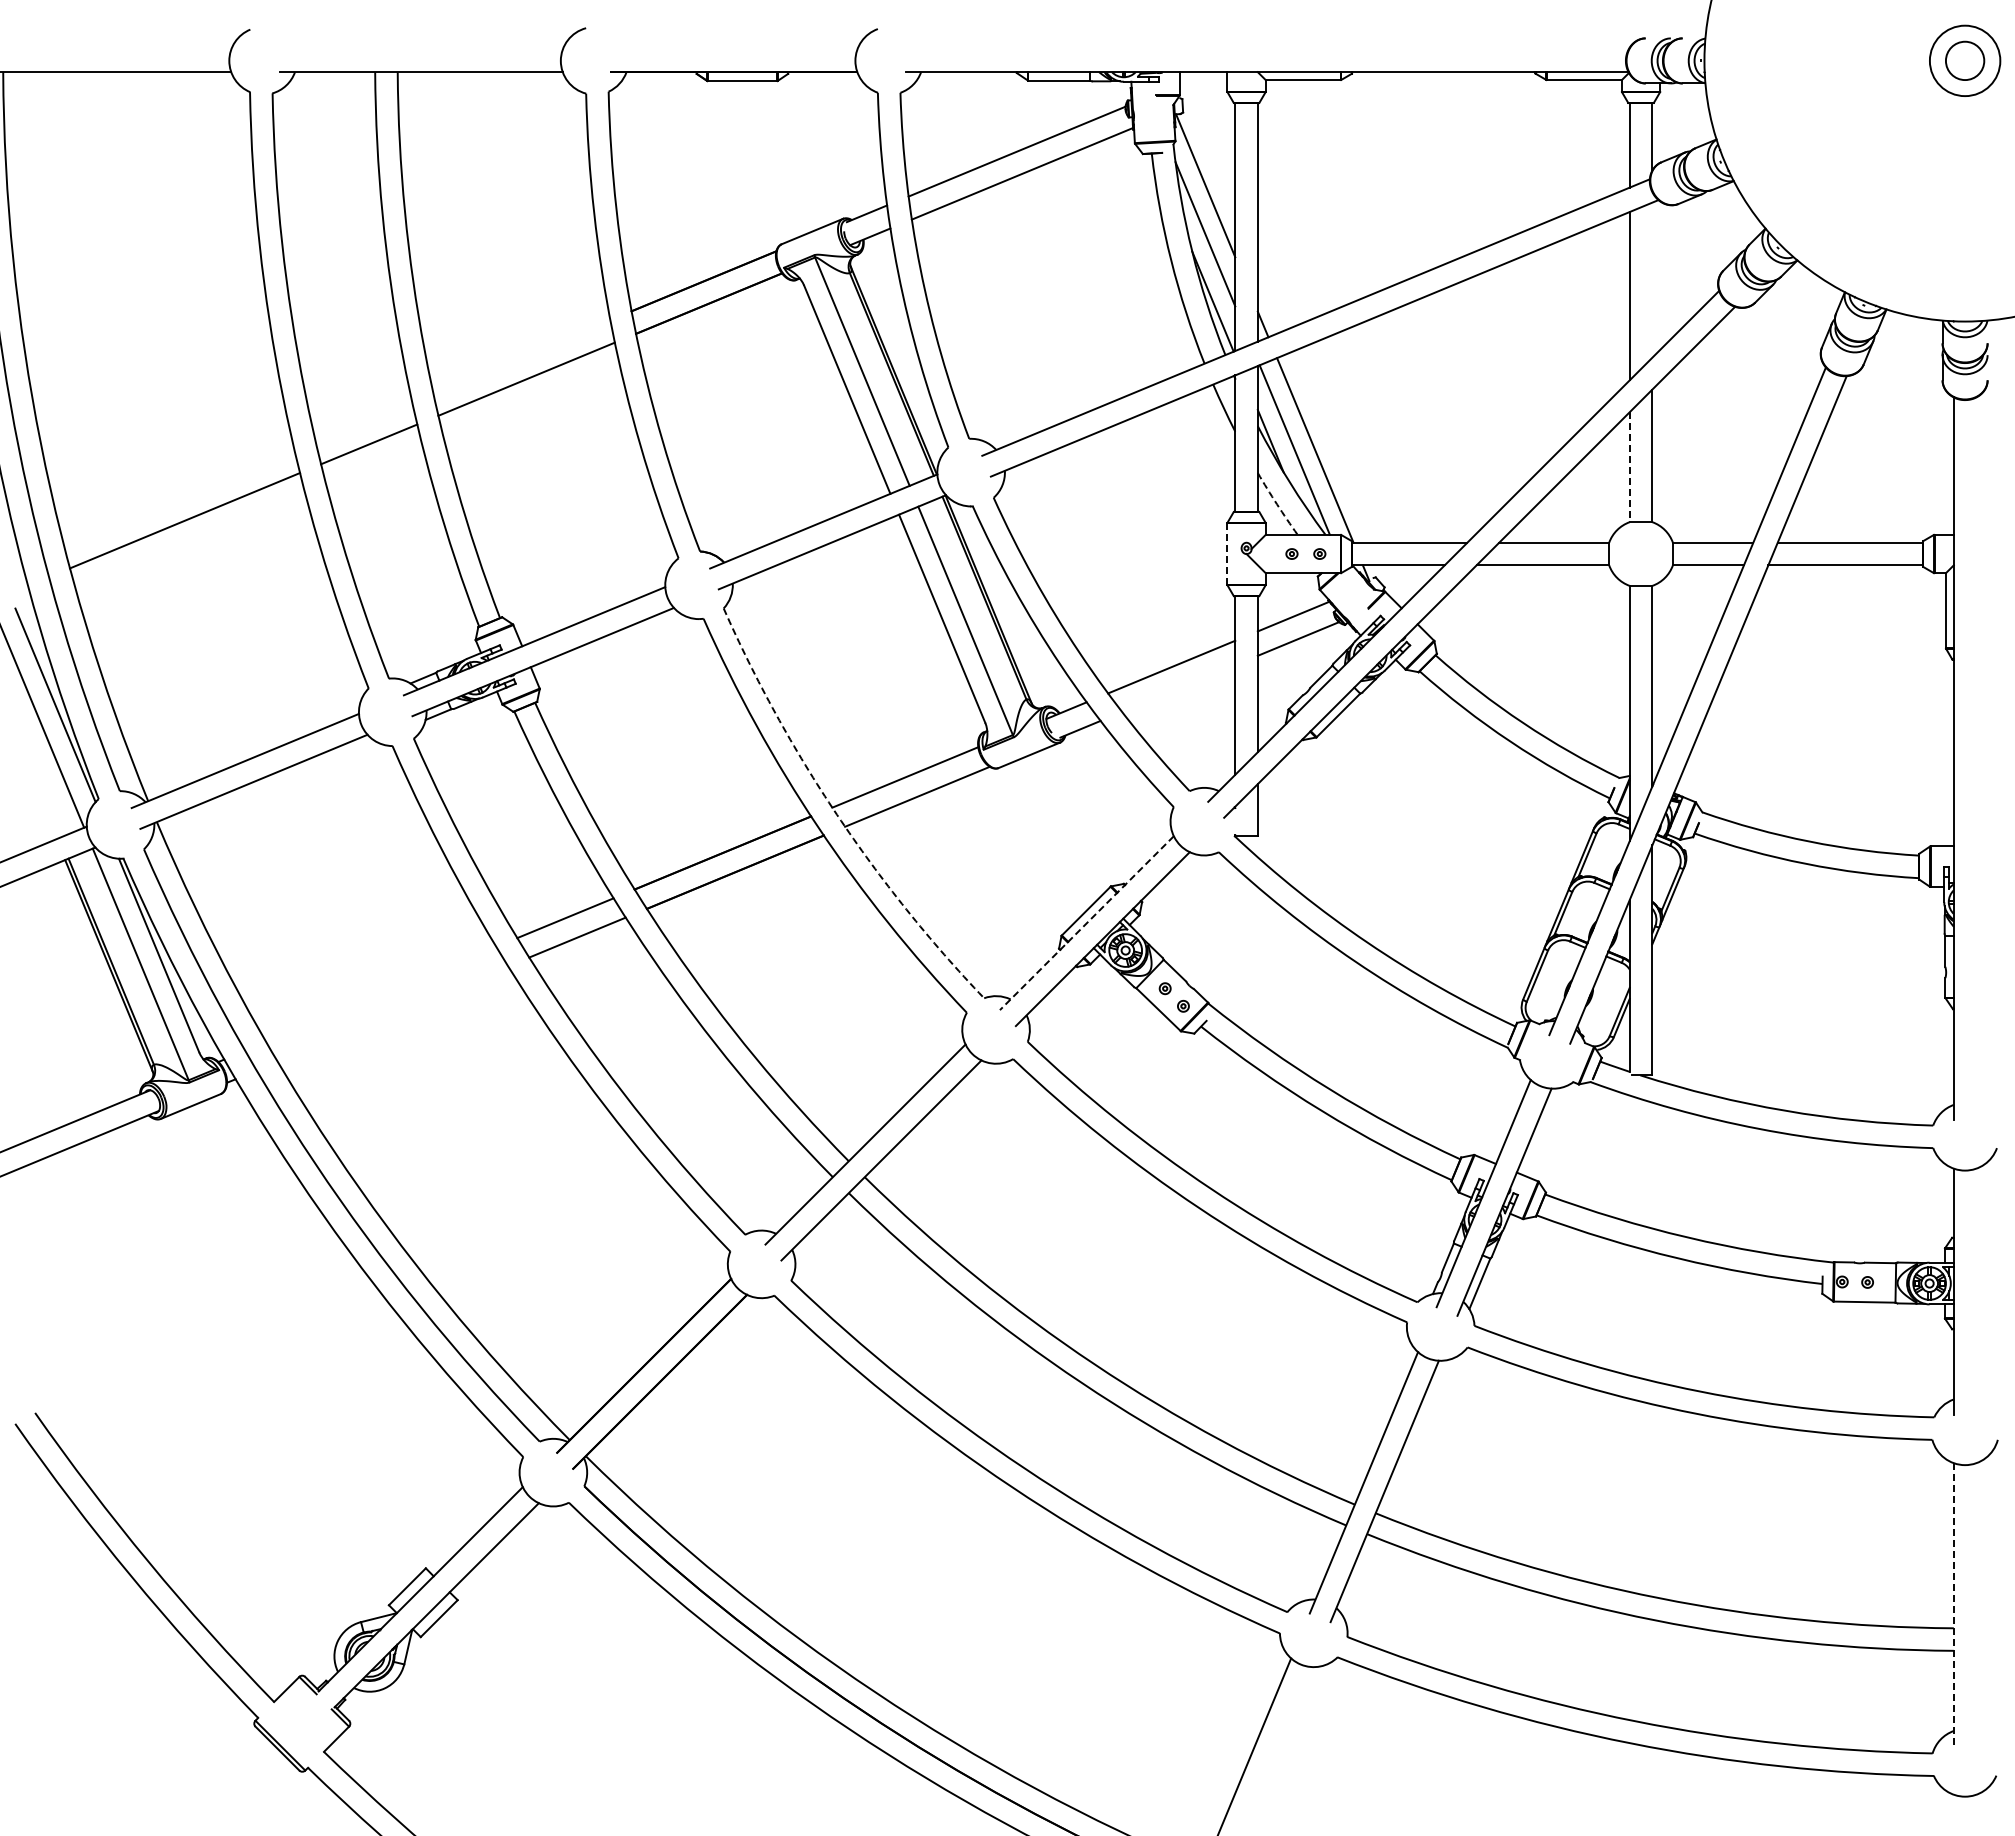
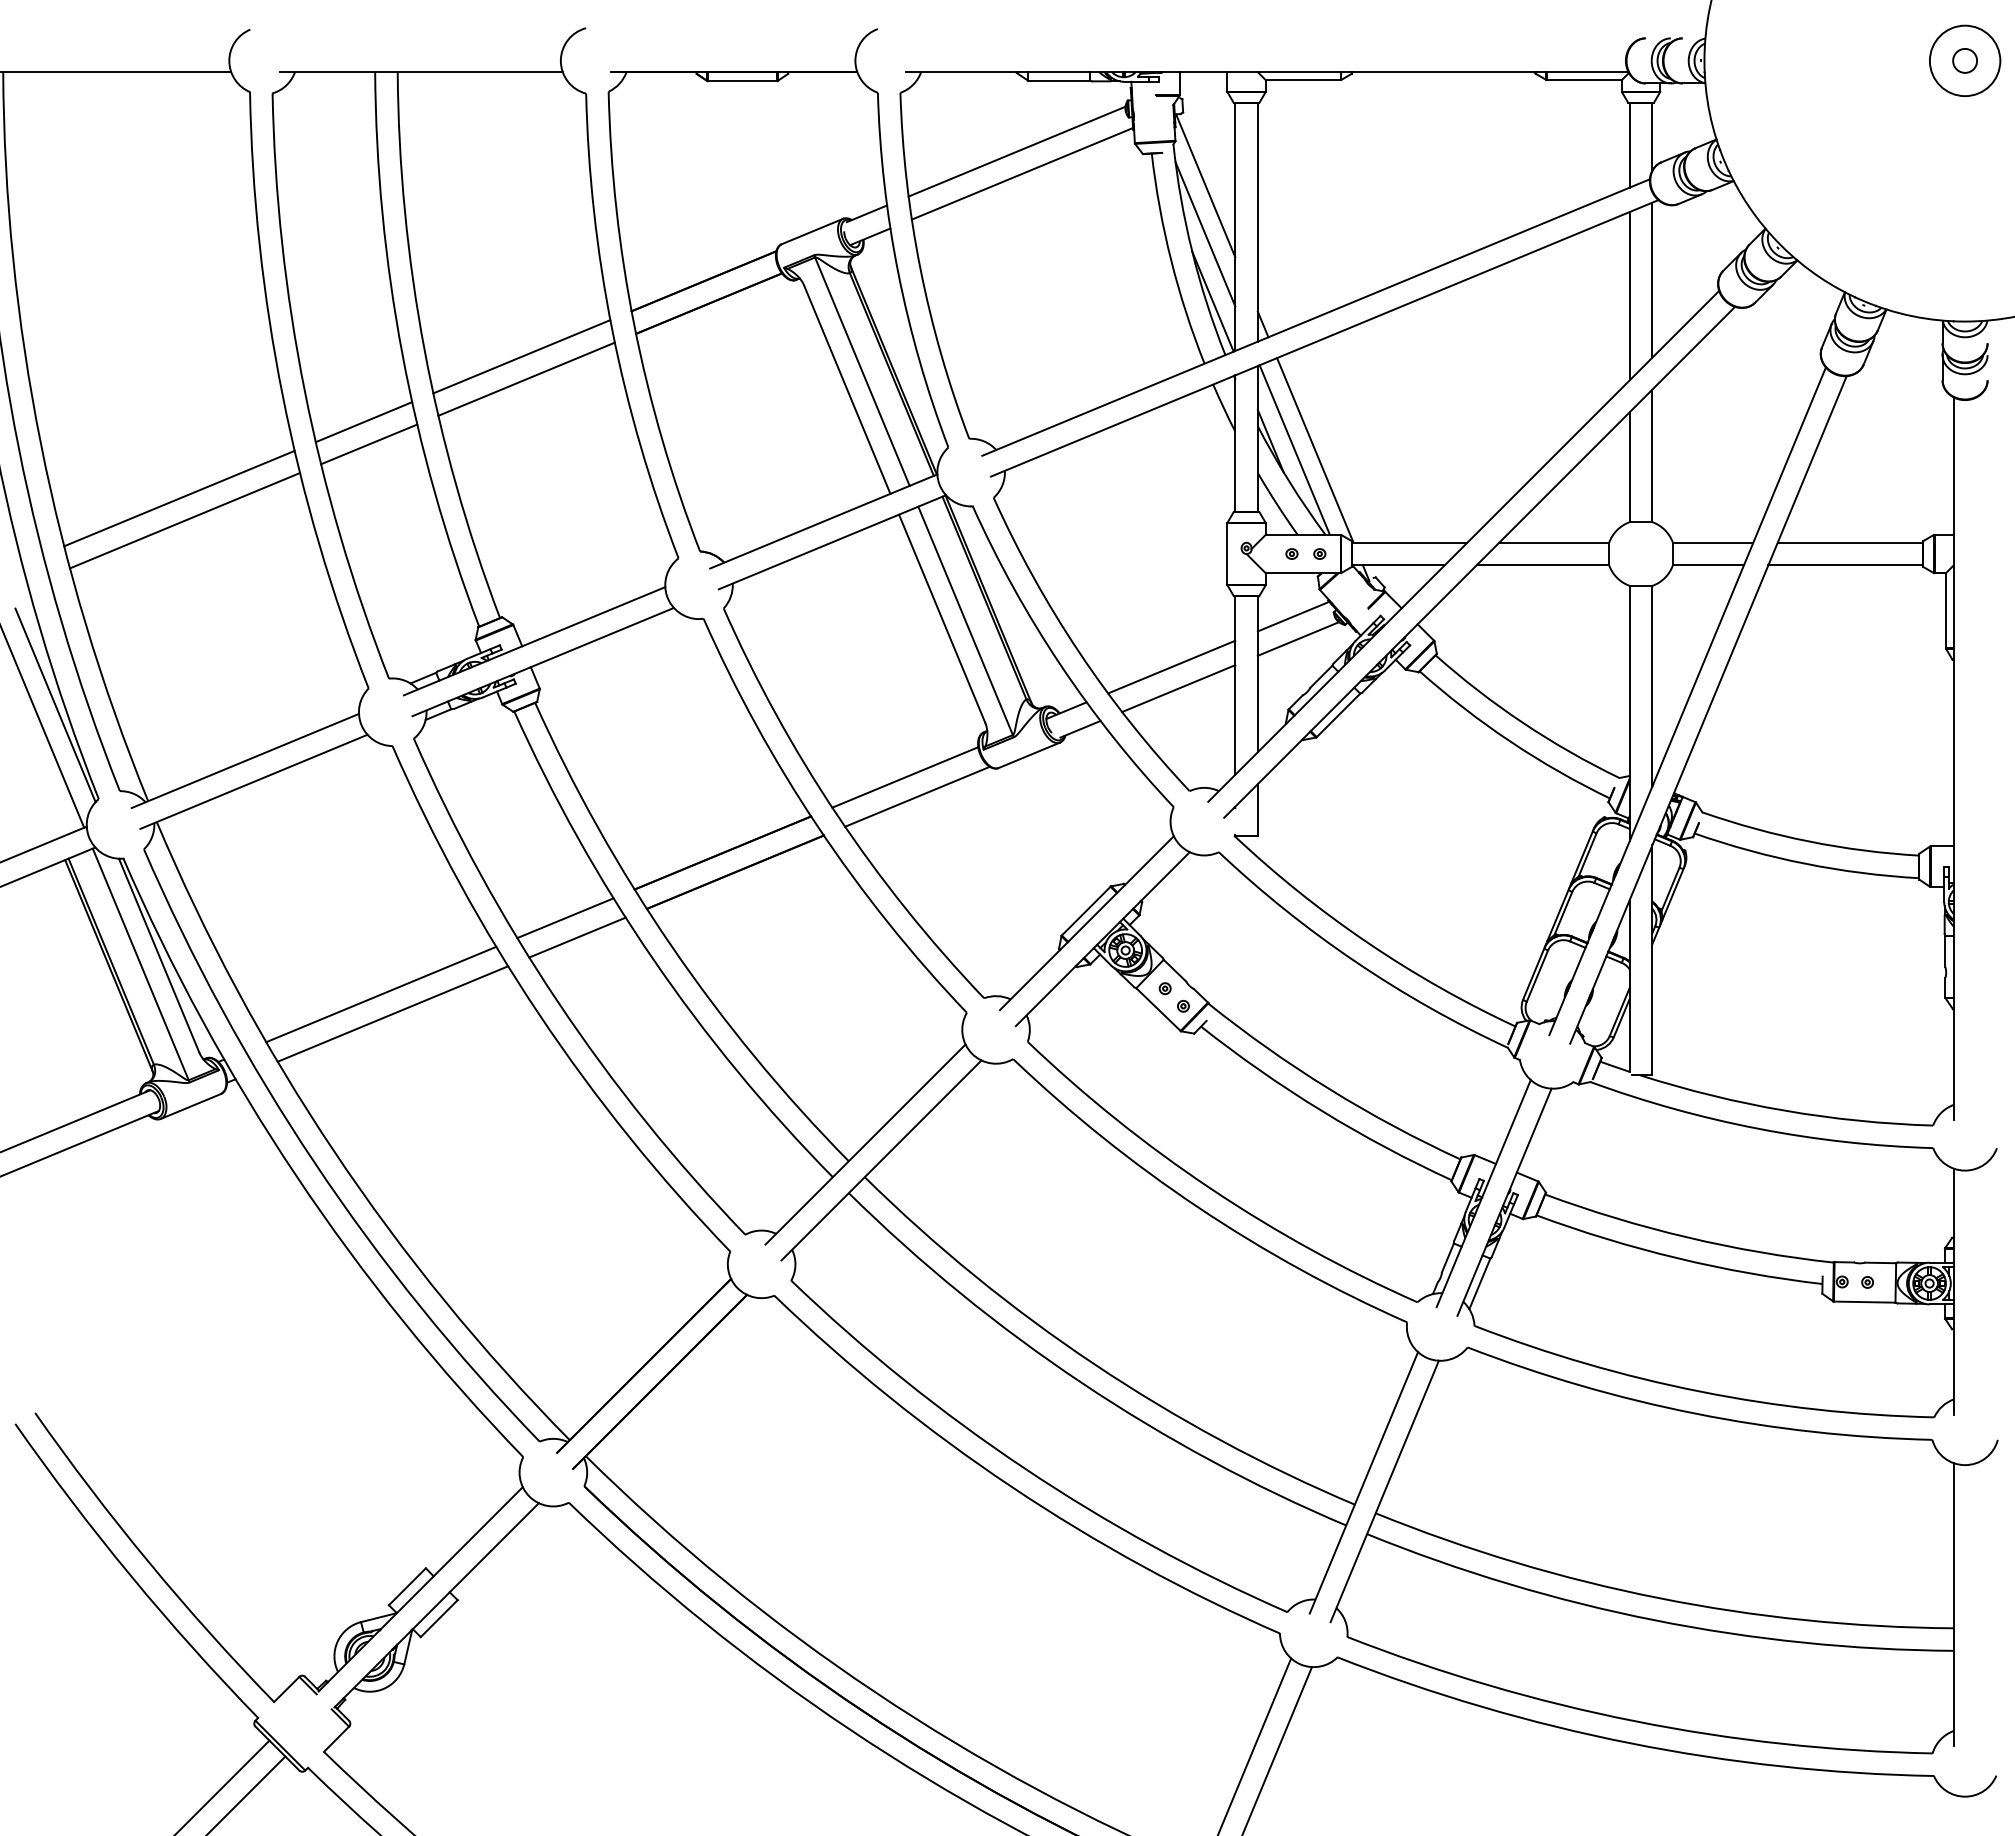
circle at (1964, 60) diameter: 38 px -> 24 px
line at (1652, 279): none -> present
line at (521, 356): none -> present
line at (363, 422): none -> present
line at (1629, 467): dashed -> solid
line at (179, 498): none -> present
arc at (1277, 504): dashed -> solid
line at (1227, 554): dashed -> solid
line at (1178, 688): none -> present
arc at (836, 814): dashed -> solid
line at (1086, 923): dashed -> solid
line at (381, 994): none -> present
line at (392, 1013): none -> present
line at (1953, 1605): dashed -> solid
line at (1277, 1749): none -> present
line at (223, 1786): none -> present
line at (247, 1794): none -> present
